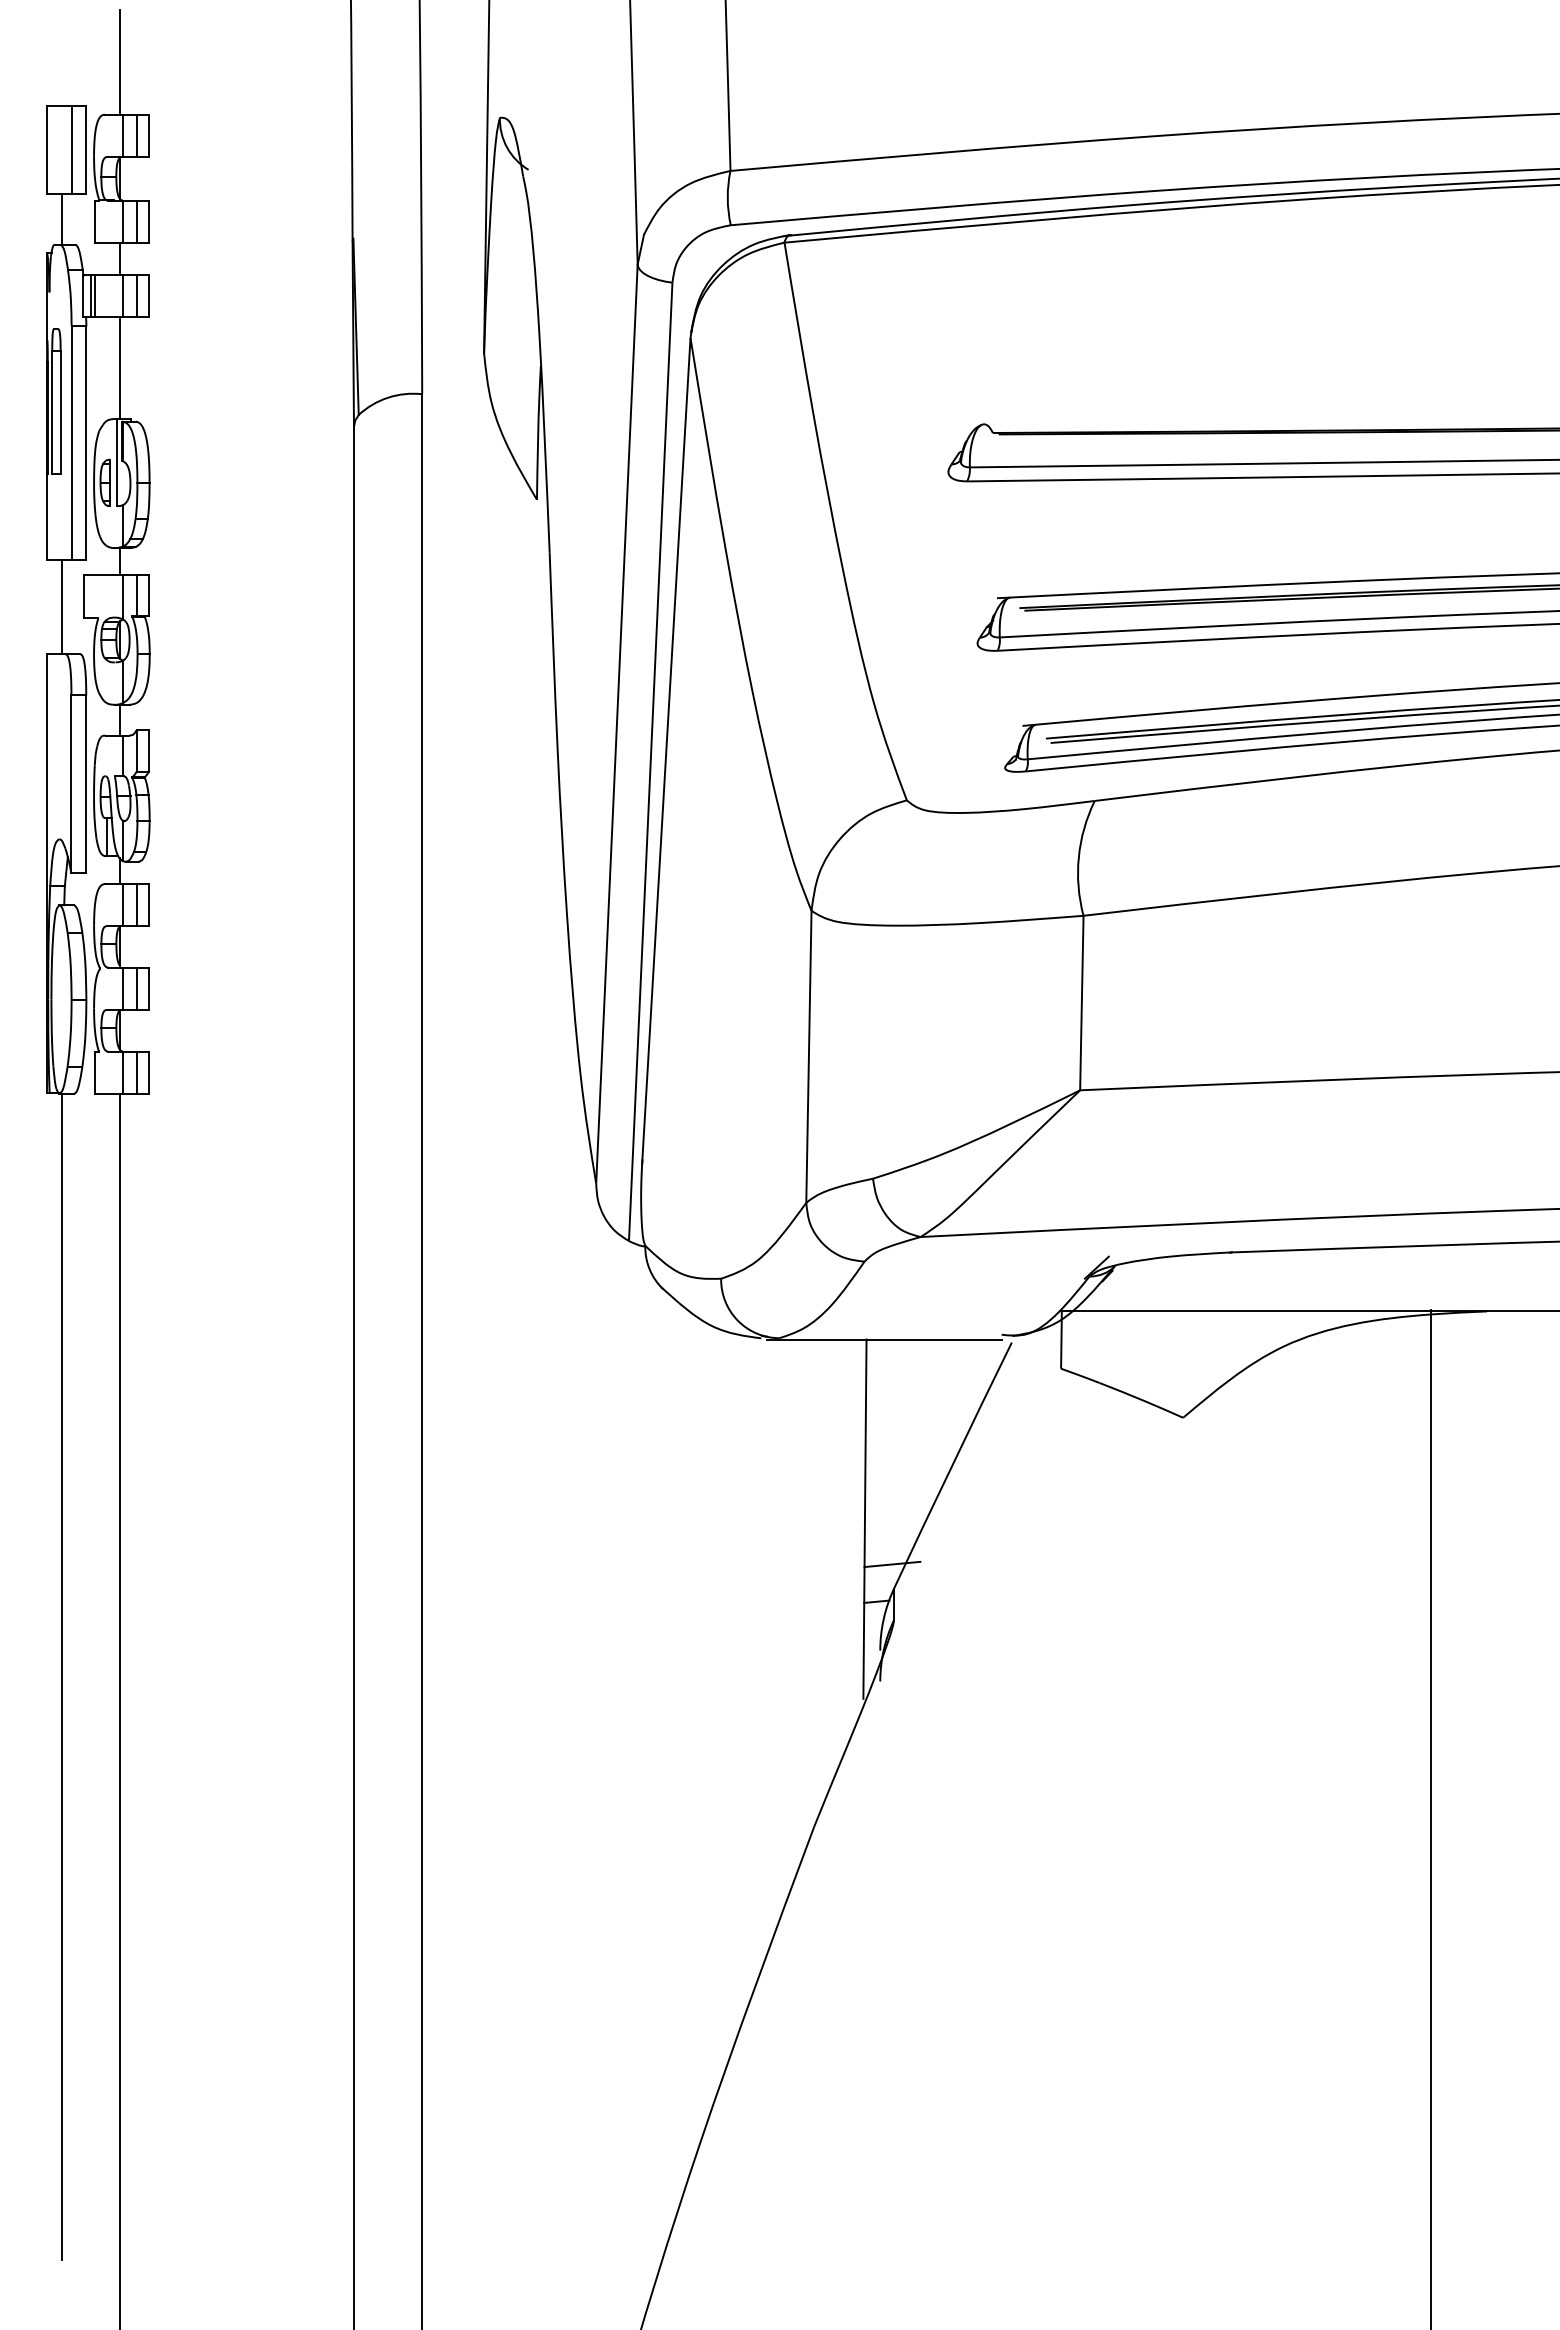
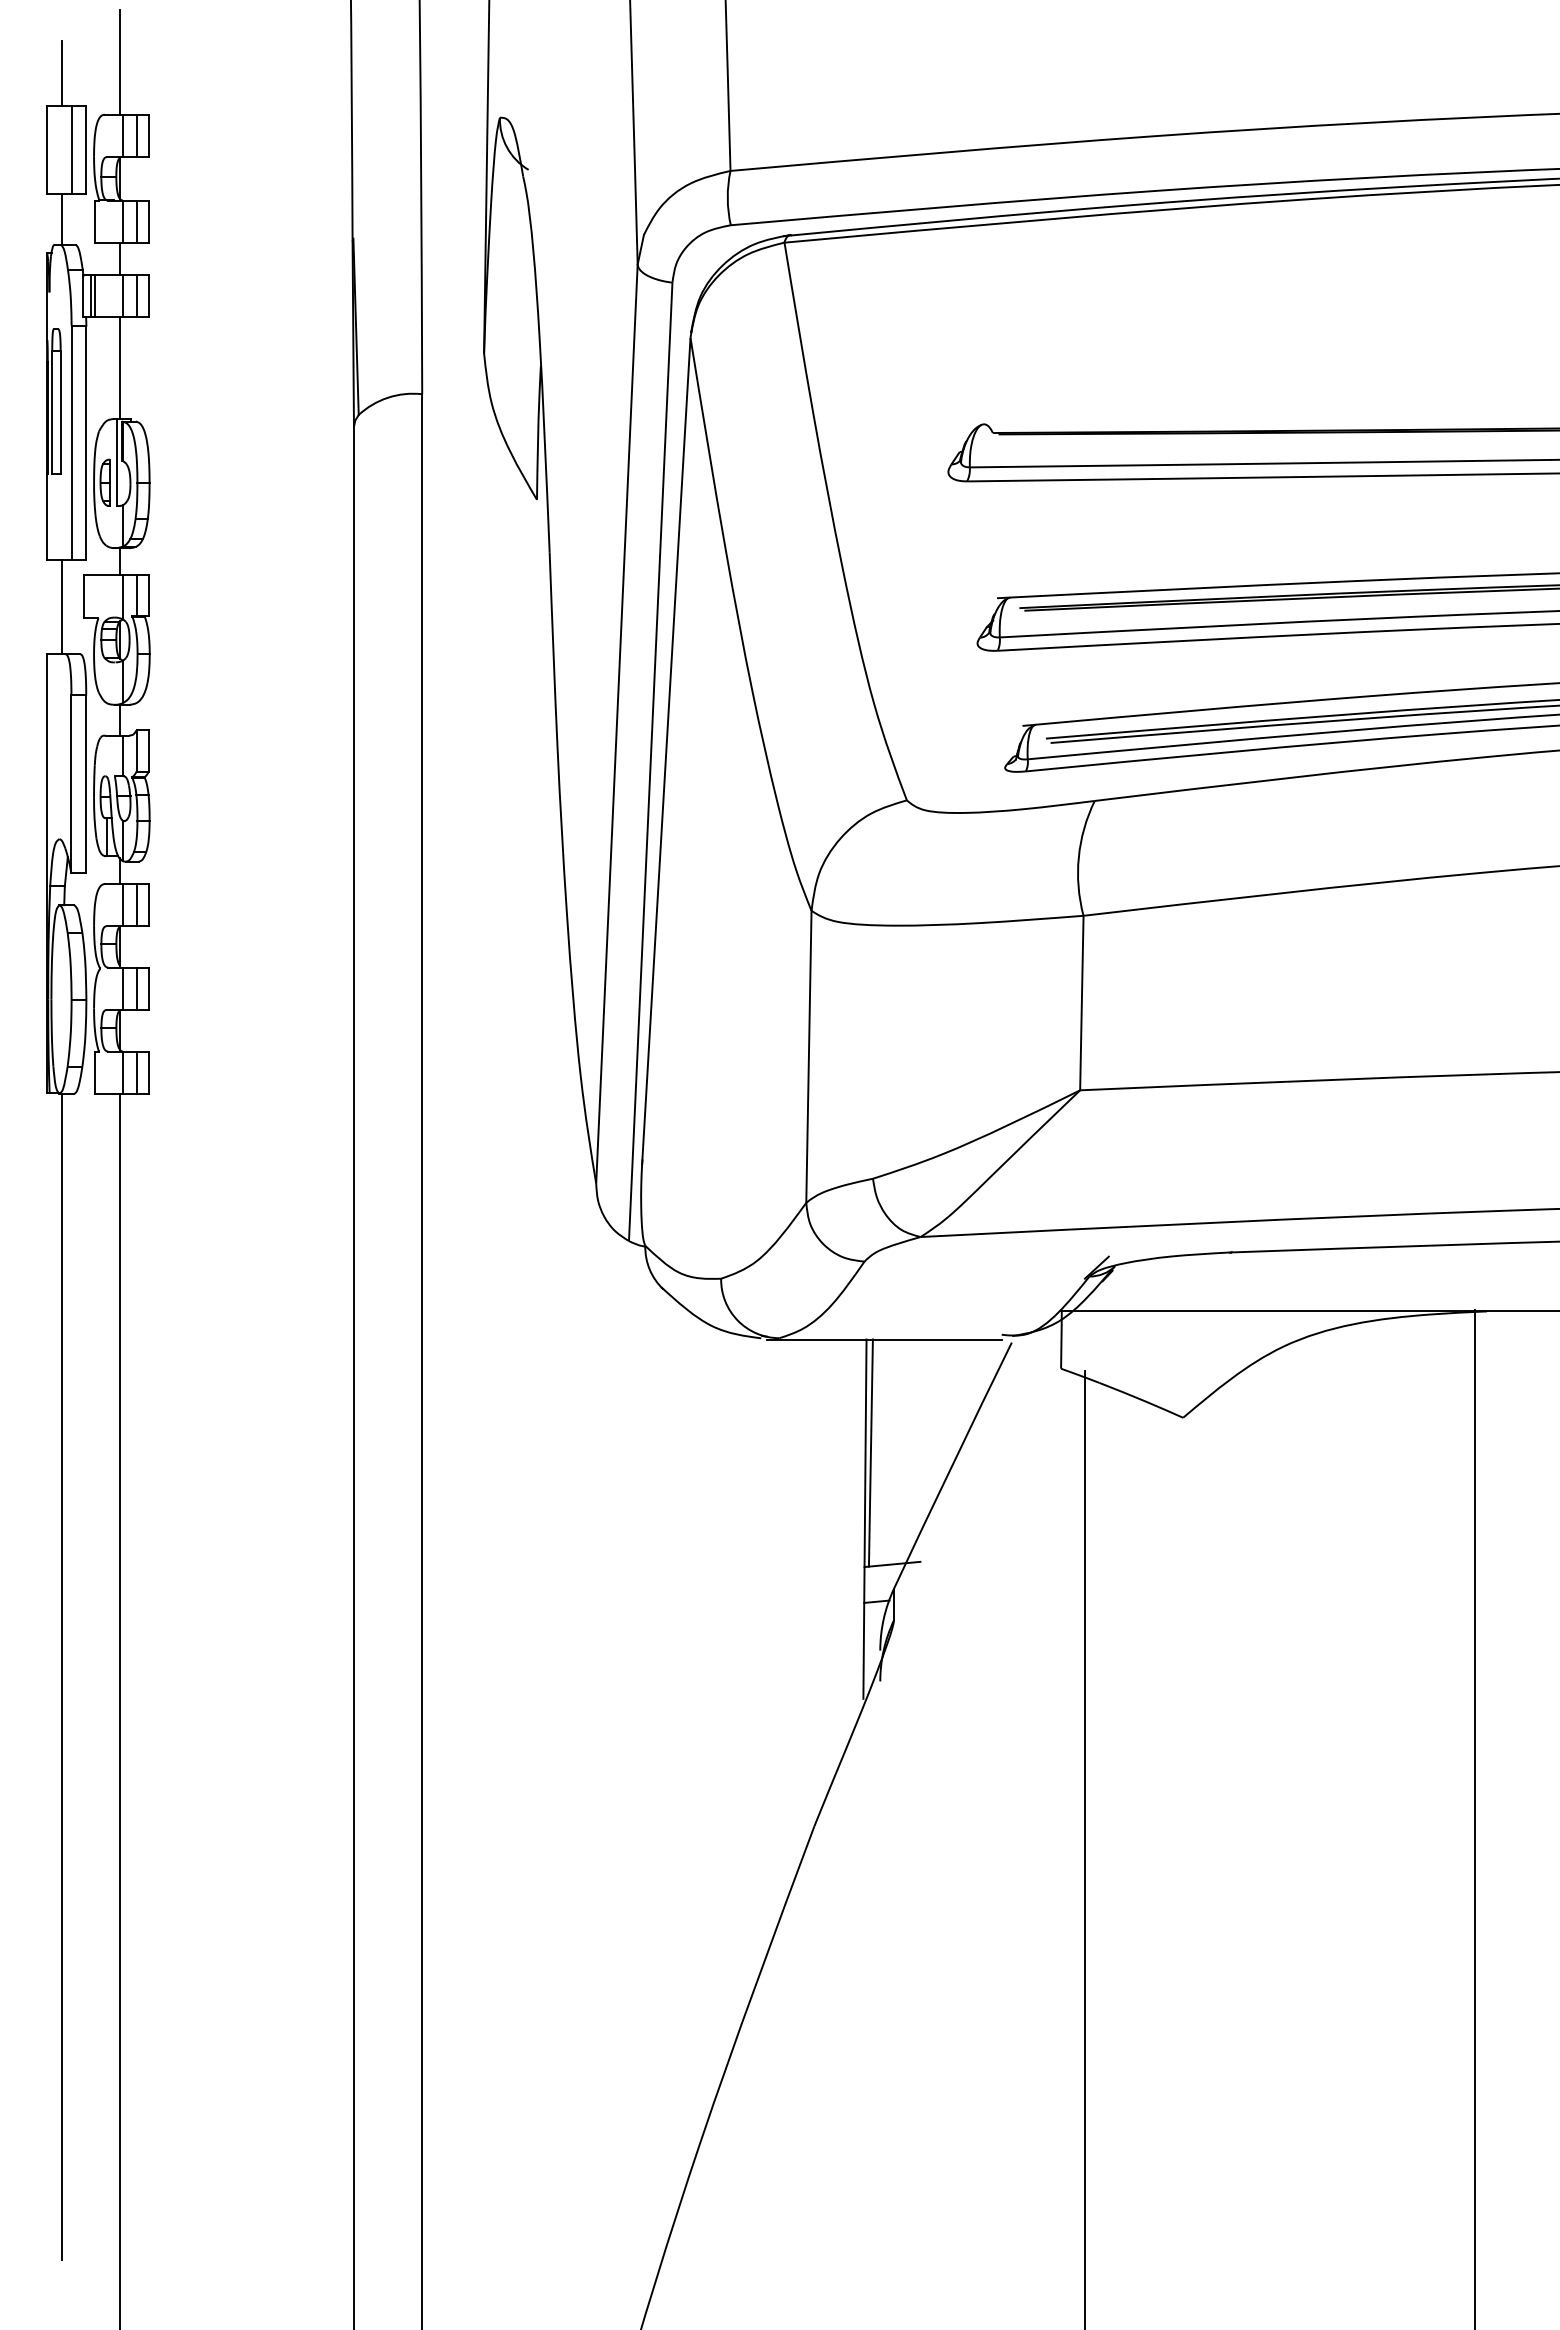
line at (61, 73): none -> present
line at (870, 1452): none -> present
line at (1431, 1817) position: (1431, 1817) -> (1475, 1817)
line at (1084, 1848): none -> present
